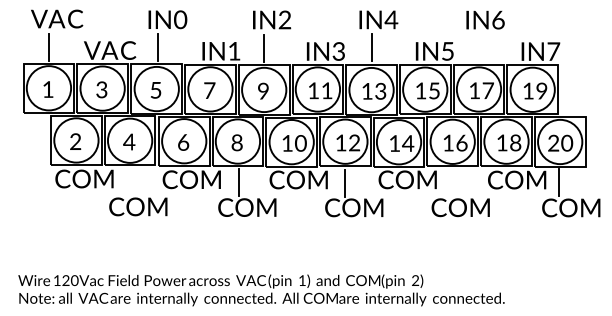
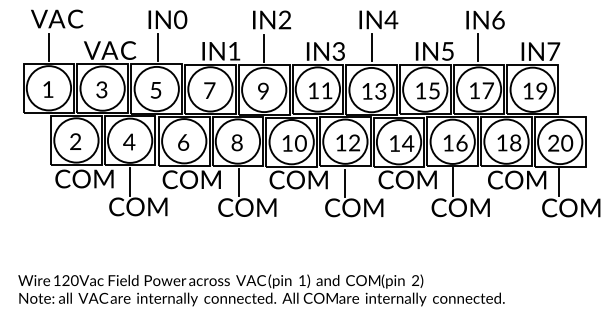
line at (478, 47): none -> present
line at (129, 181): none -> present
line at (453, 181): none -> present
